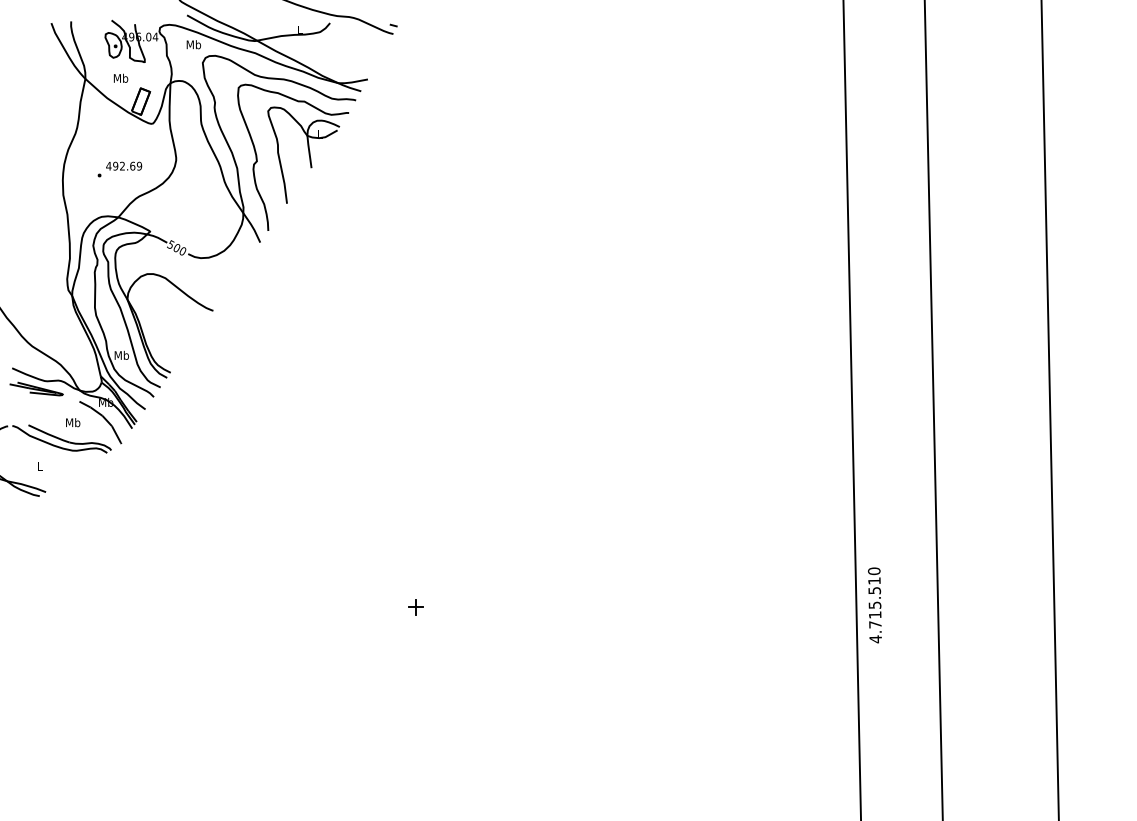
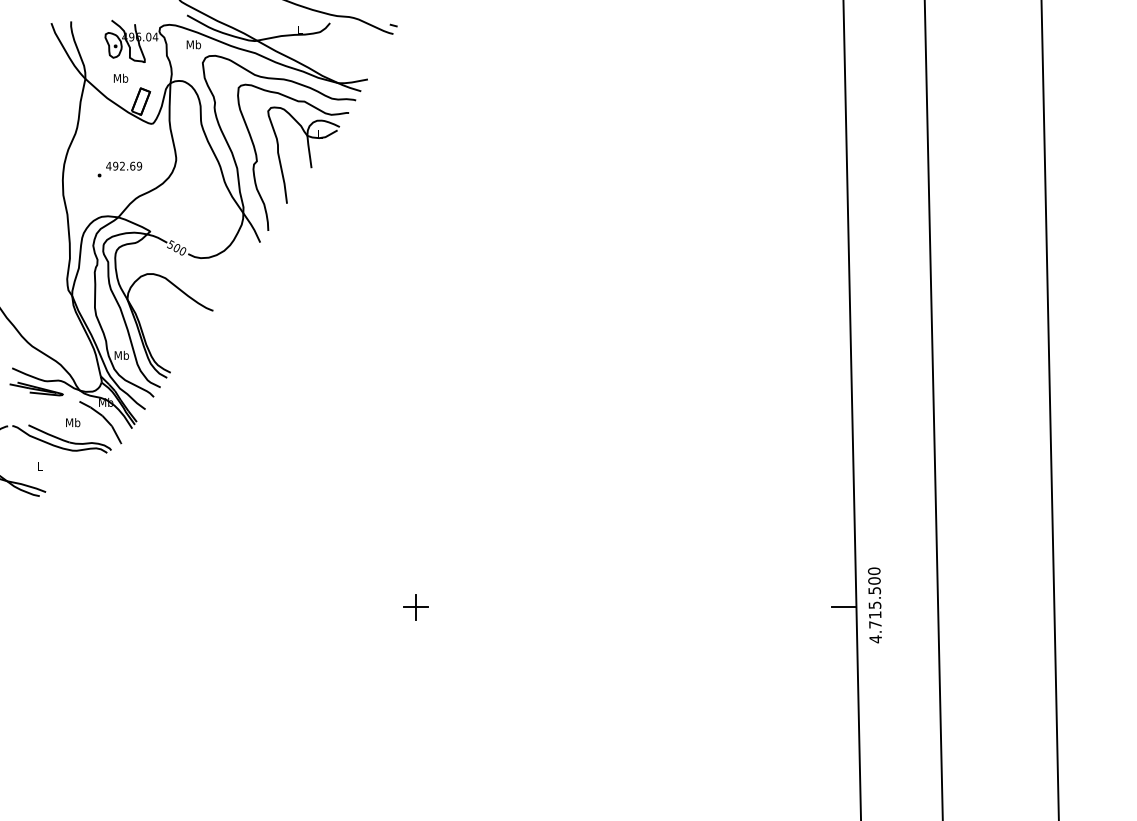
text at (874, 580): 4.715.510 -> 4.715.500
part at (415, 607) size: 16x17 px -> 26x27 px
line at (843, 607): none -> present
